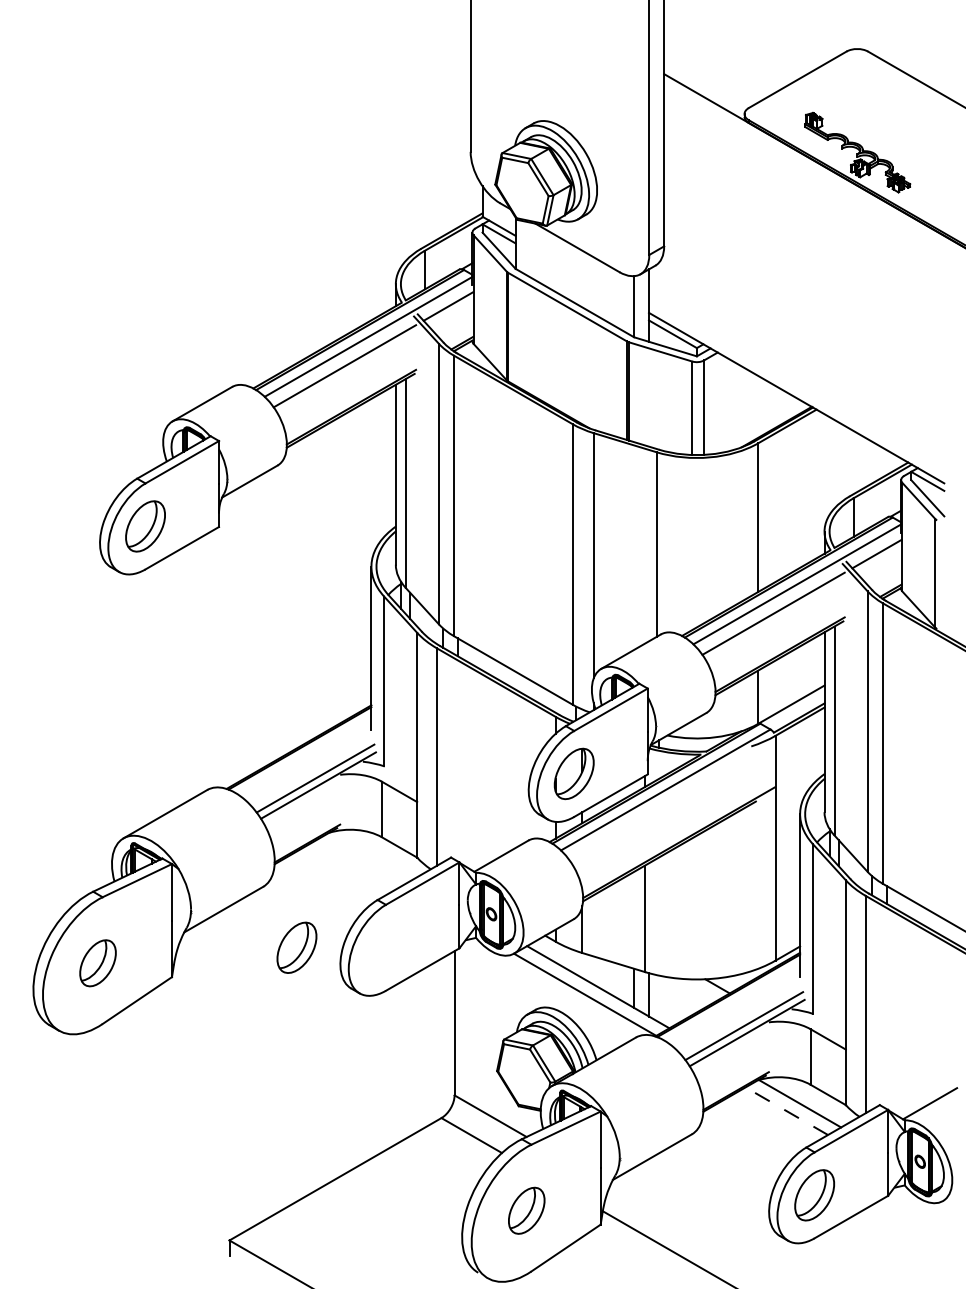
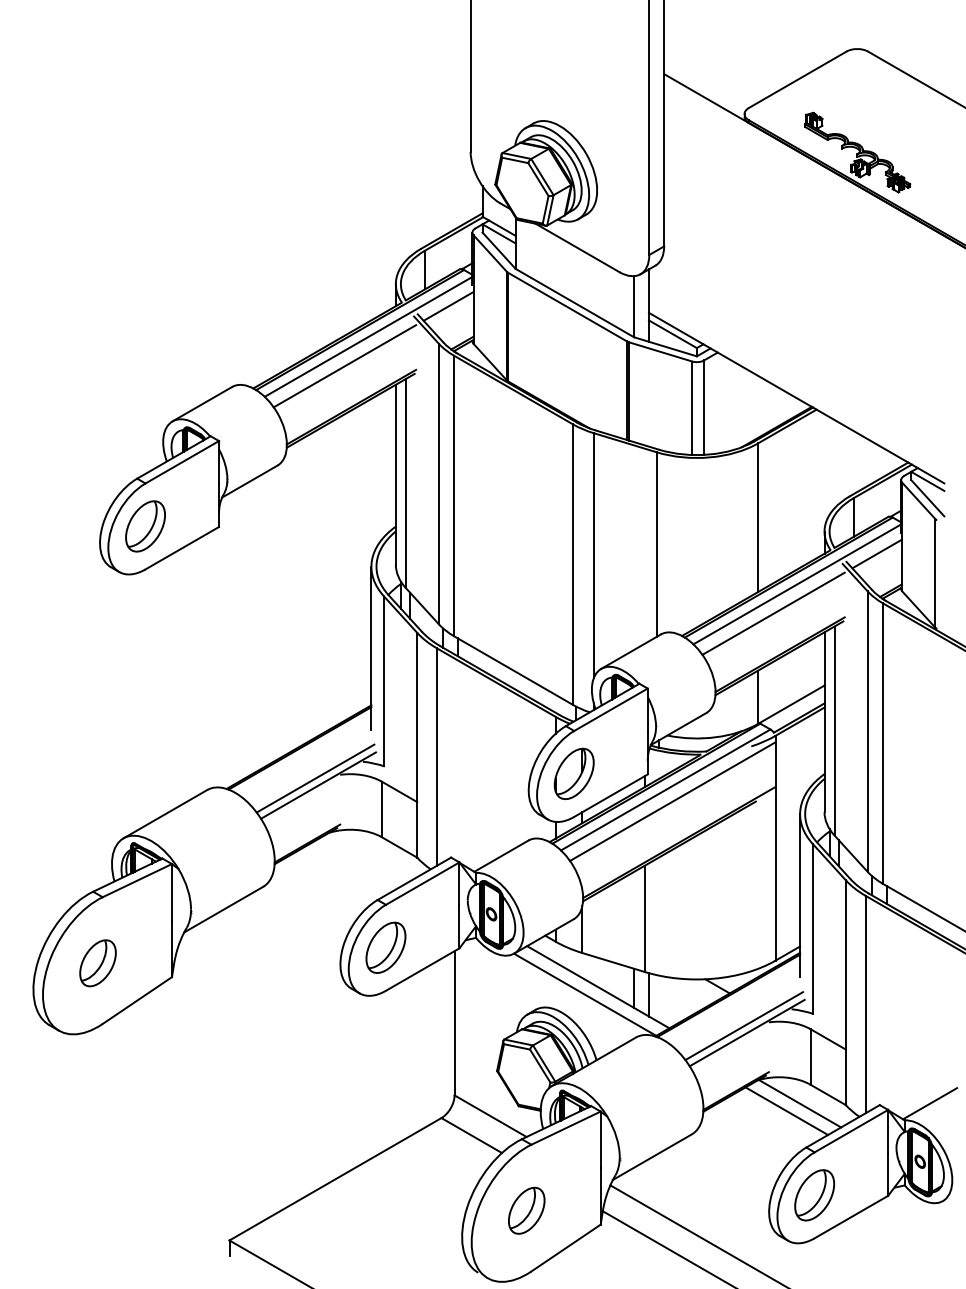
line at (672, 801): none -> present
part at (296, 947) position: (296, 947) -> (385, 947)
line at (786, 1111): dashed -> solid
line at (697, 1235): none -> present
